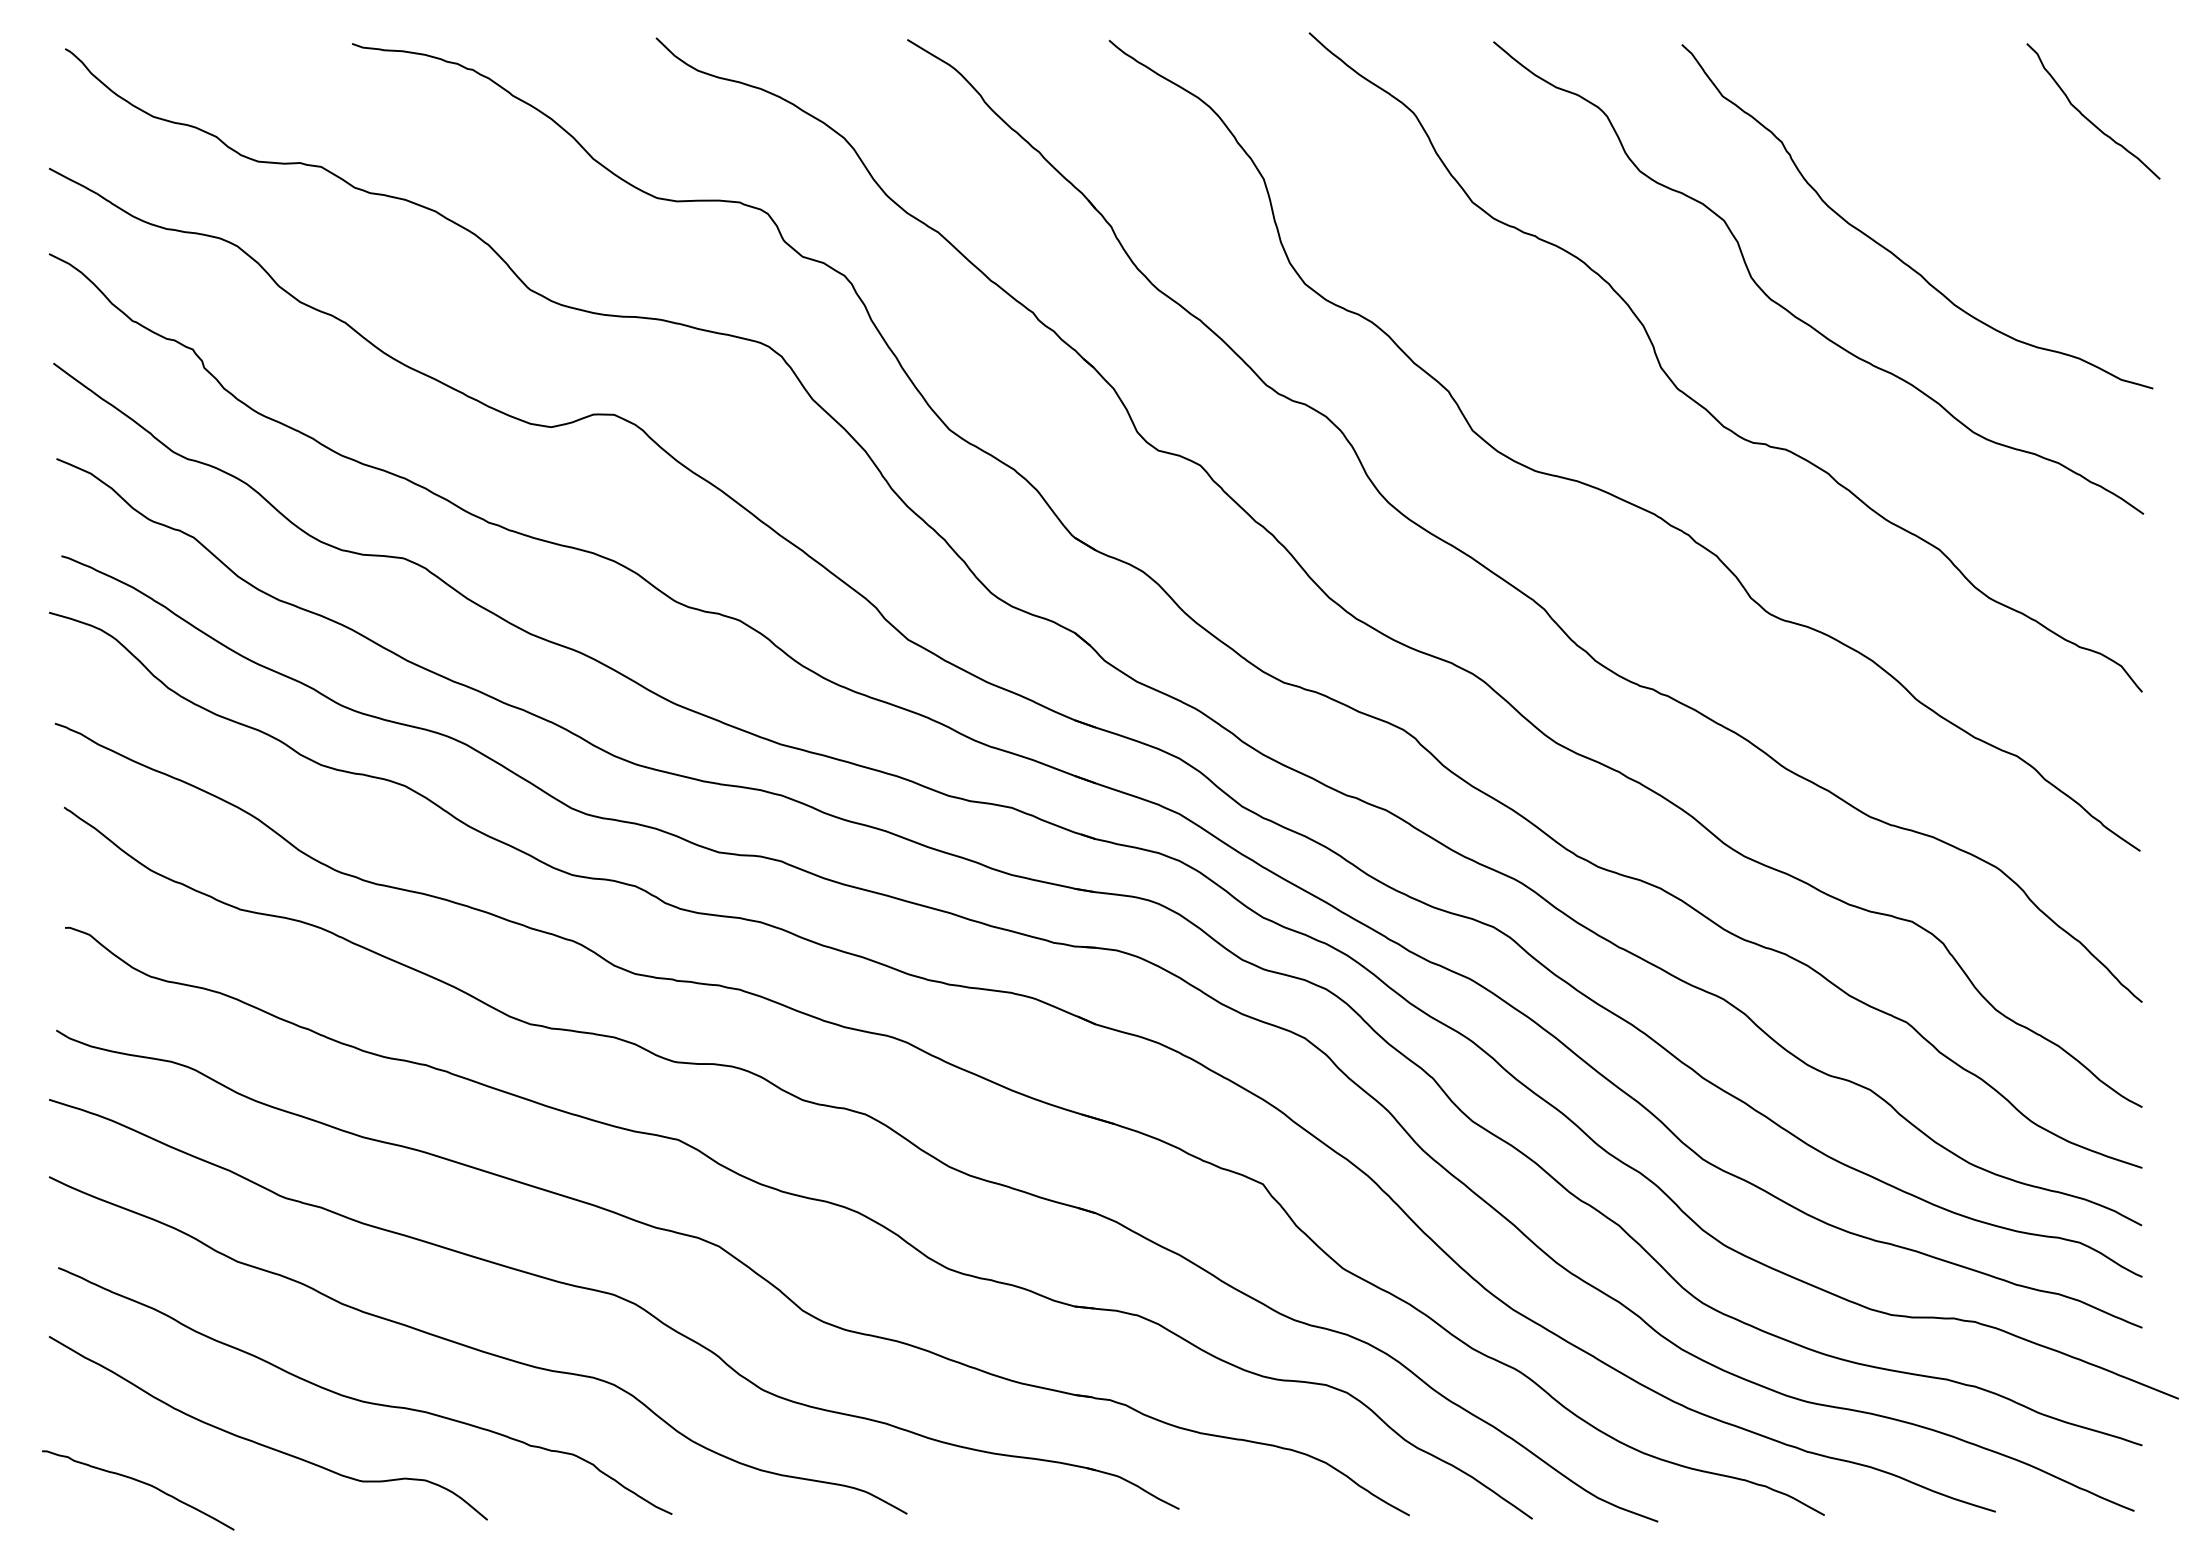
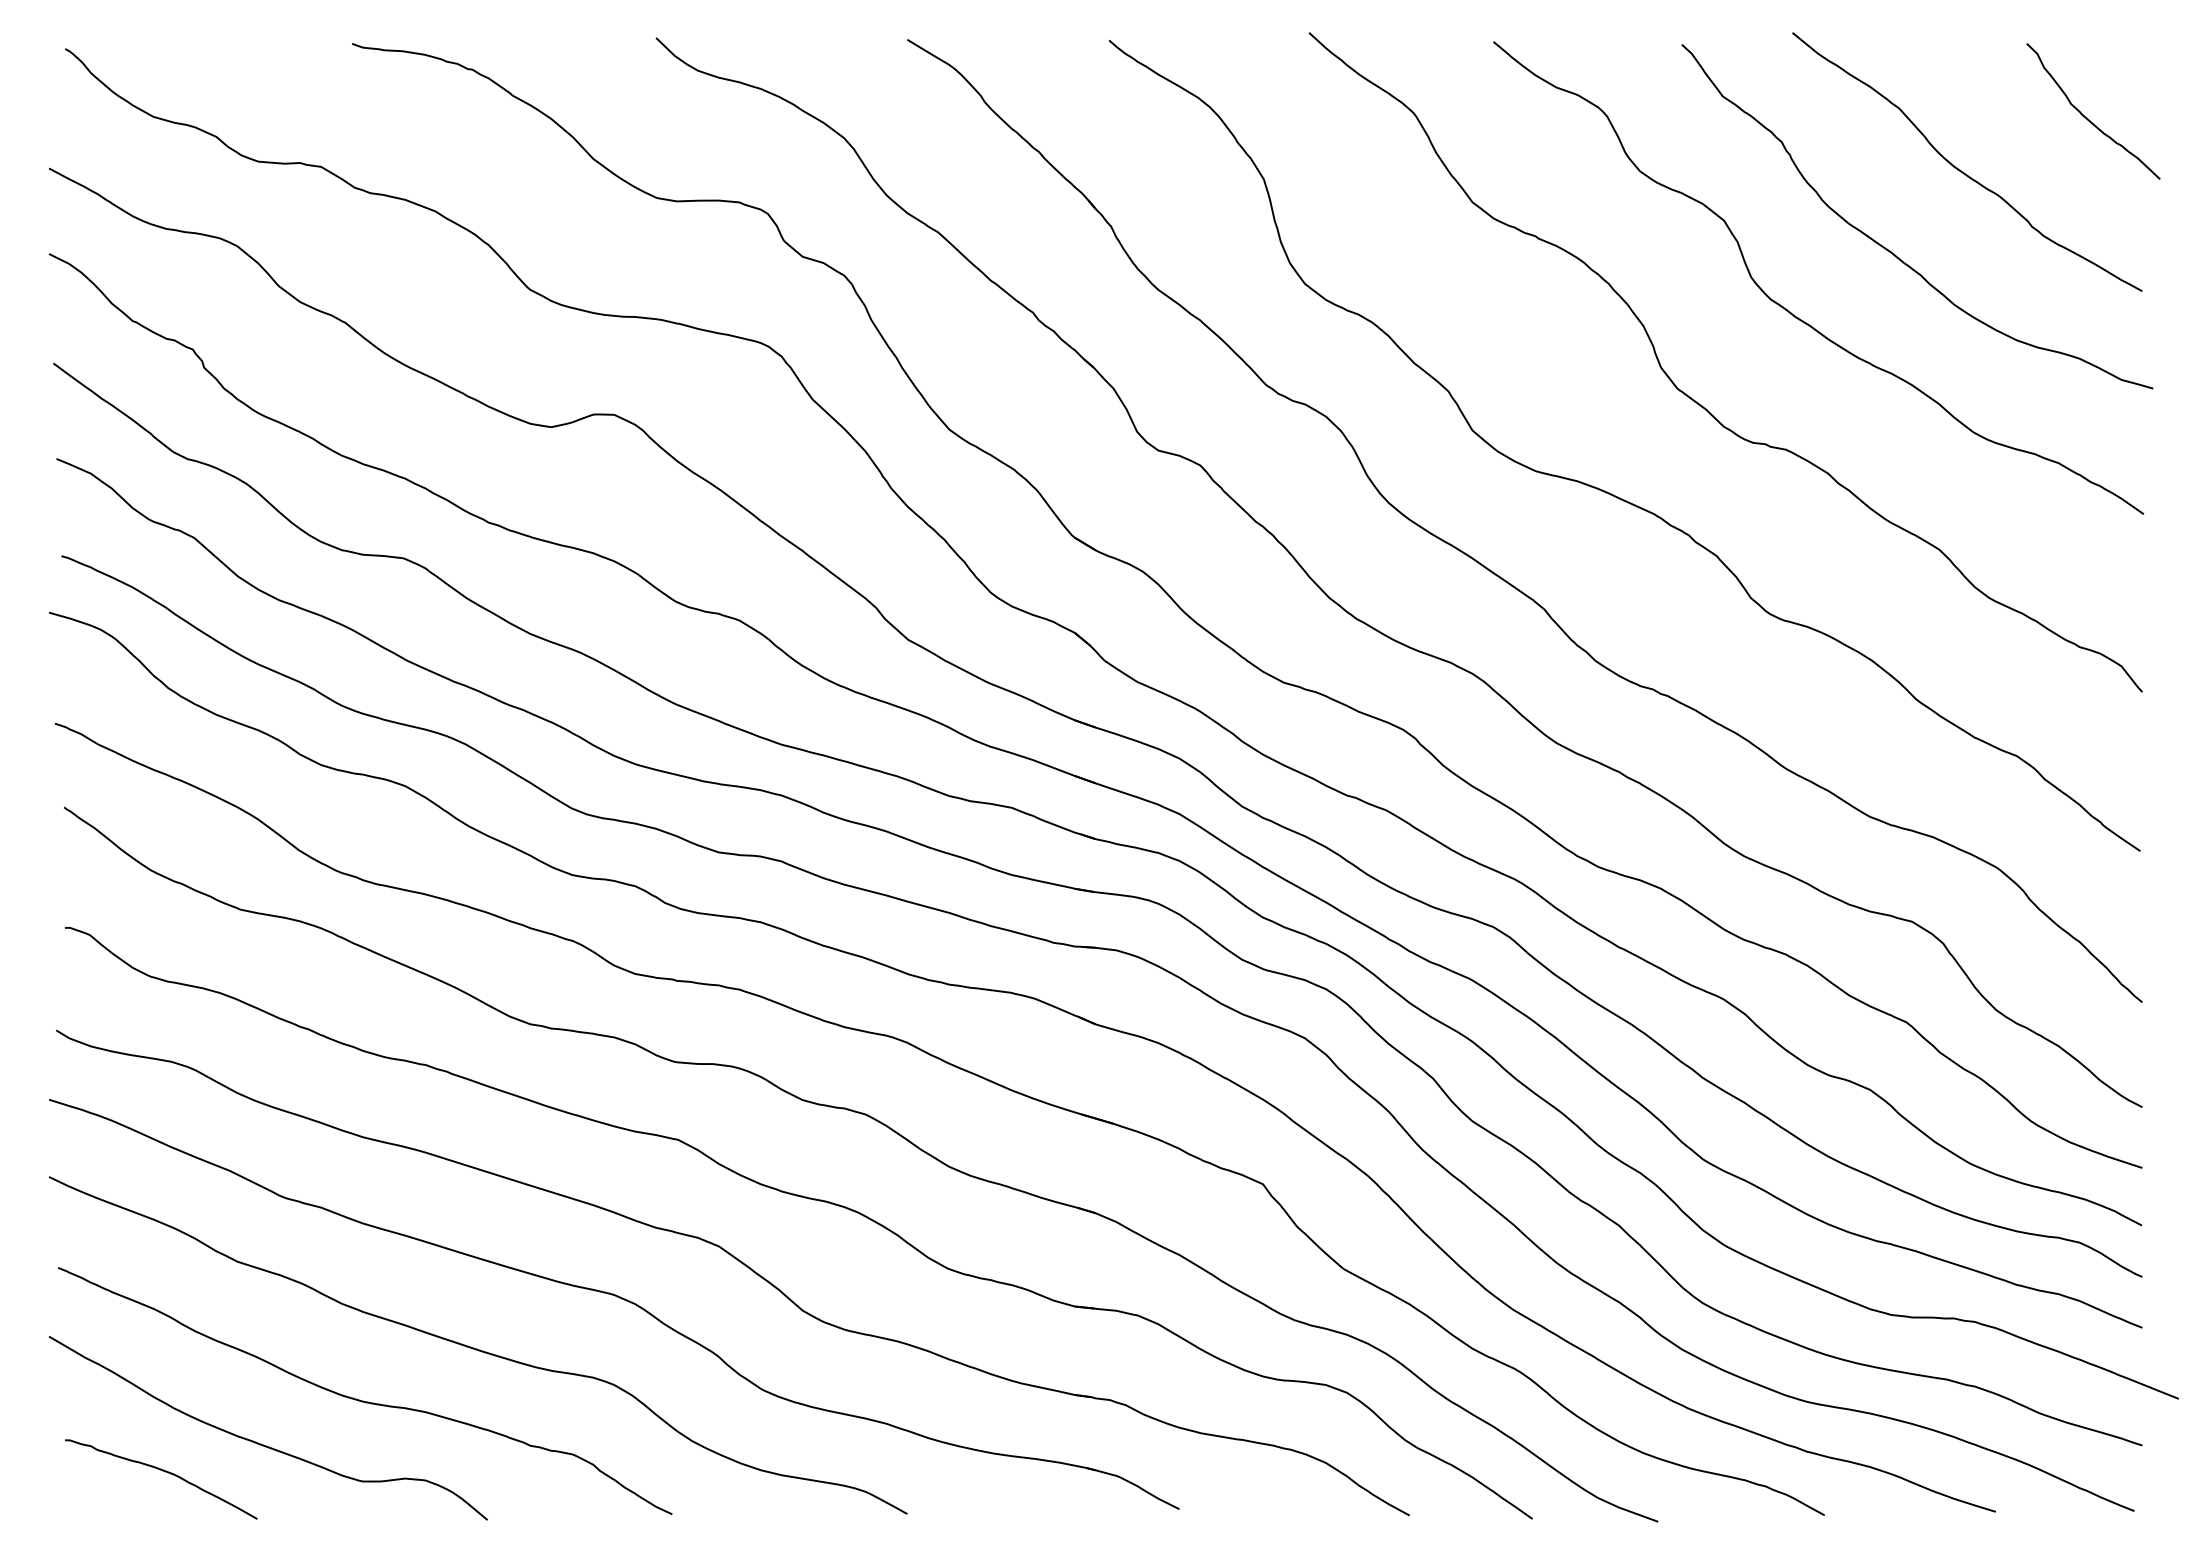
curve at (1960, 169): none -> present
curve at (139, 1482) position: (139, 1482) -> (162, 1471)
